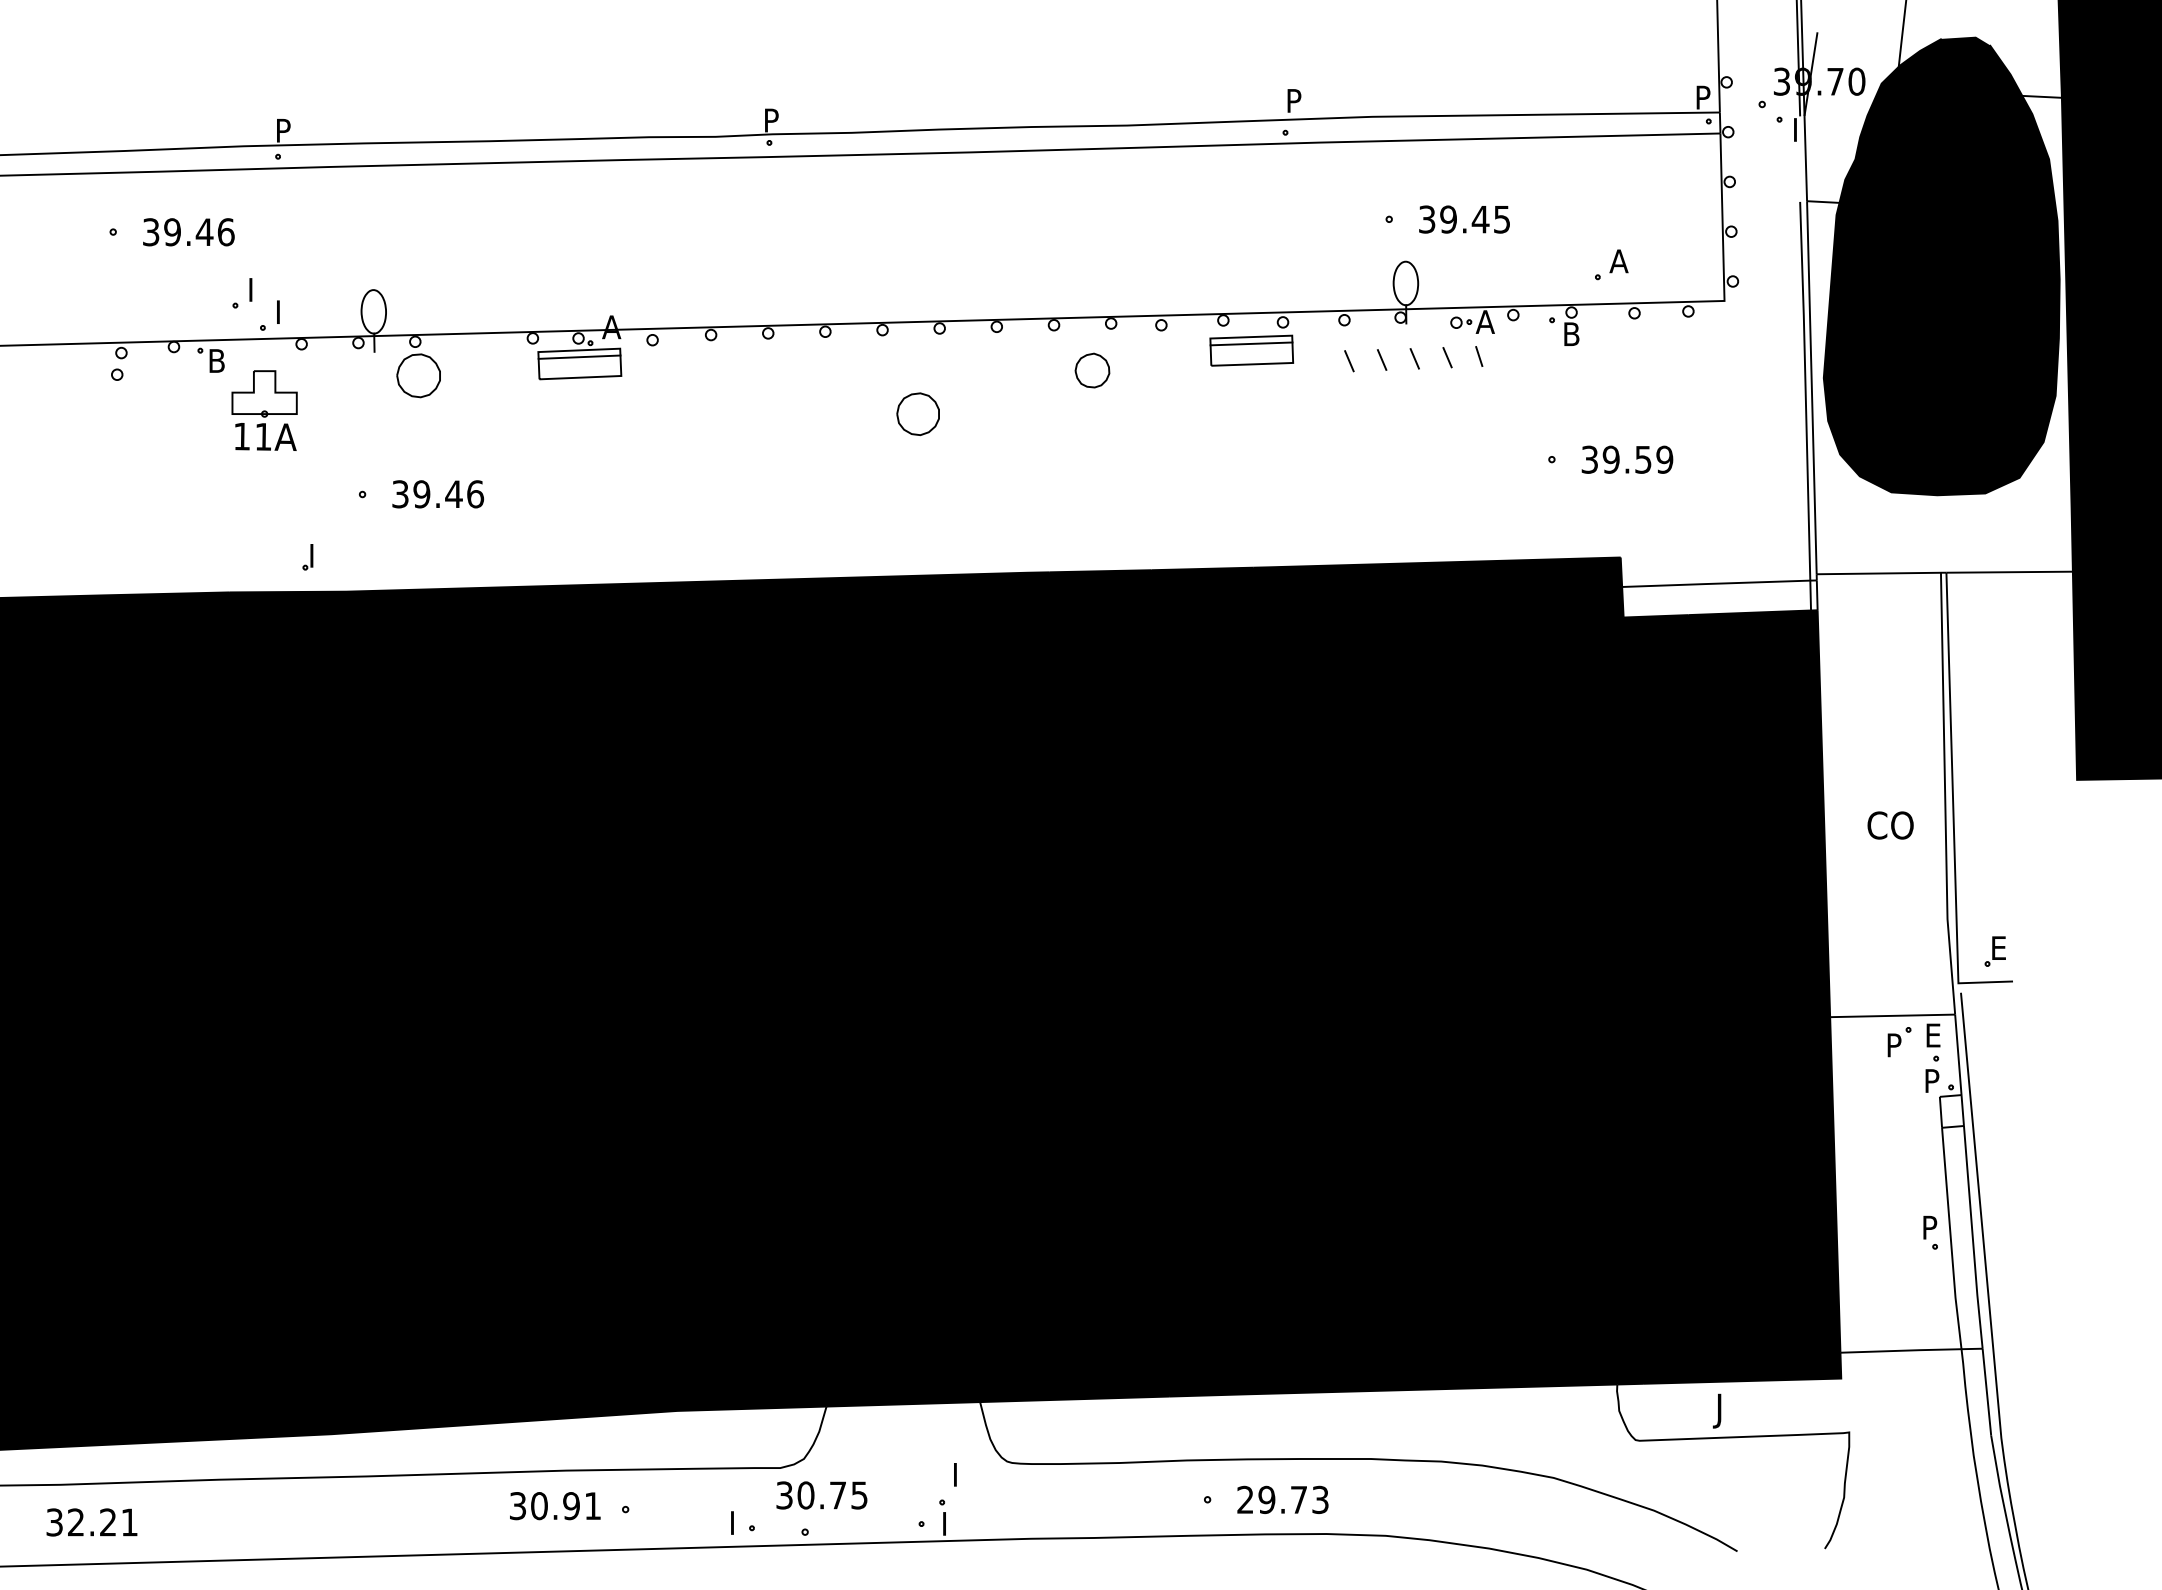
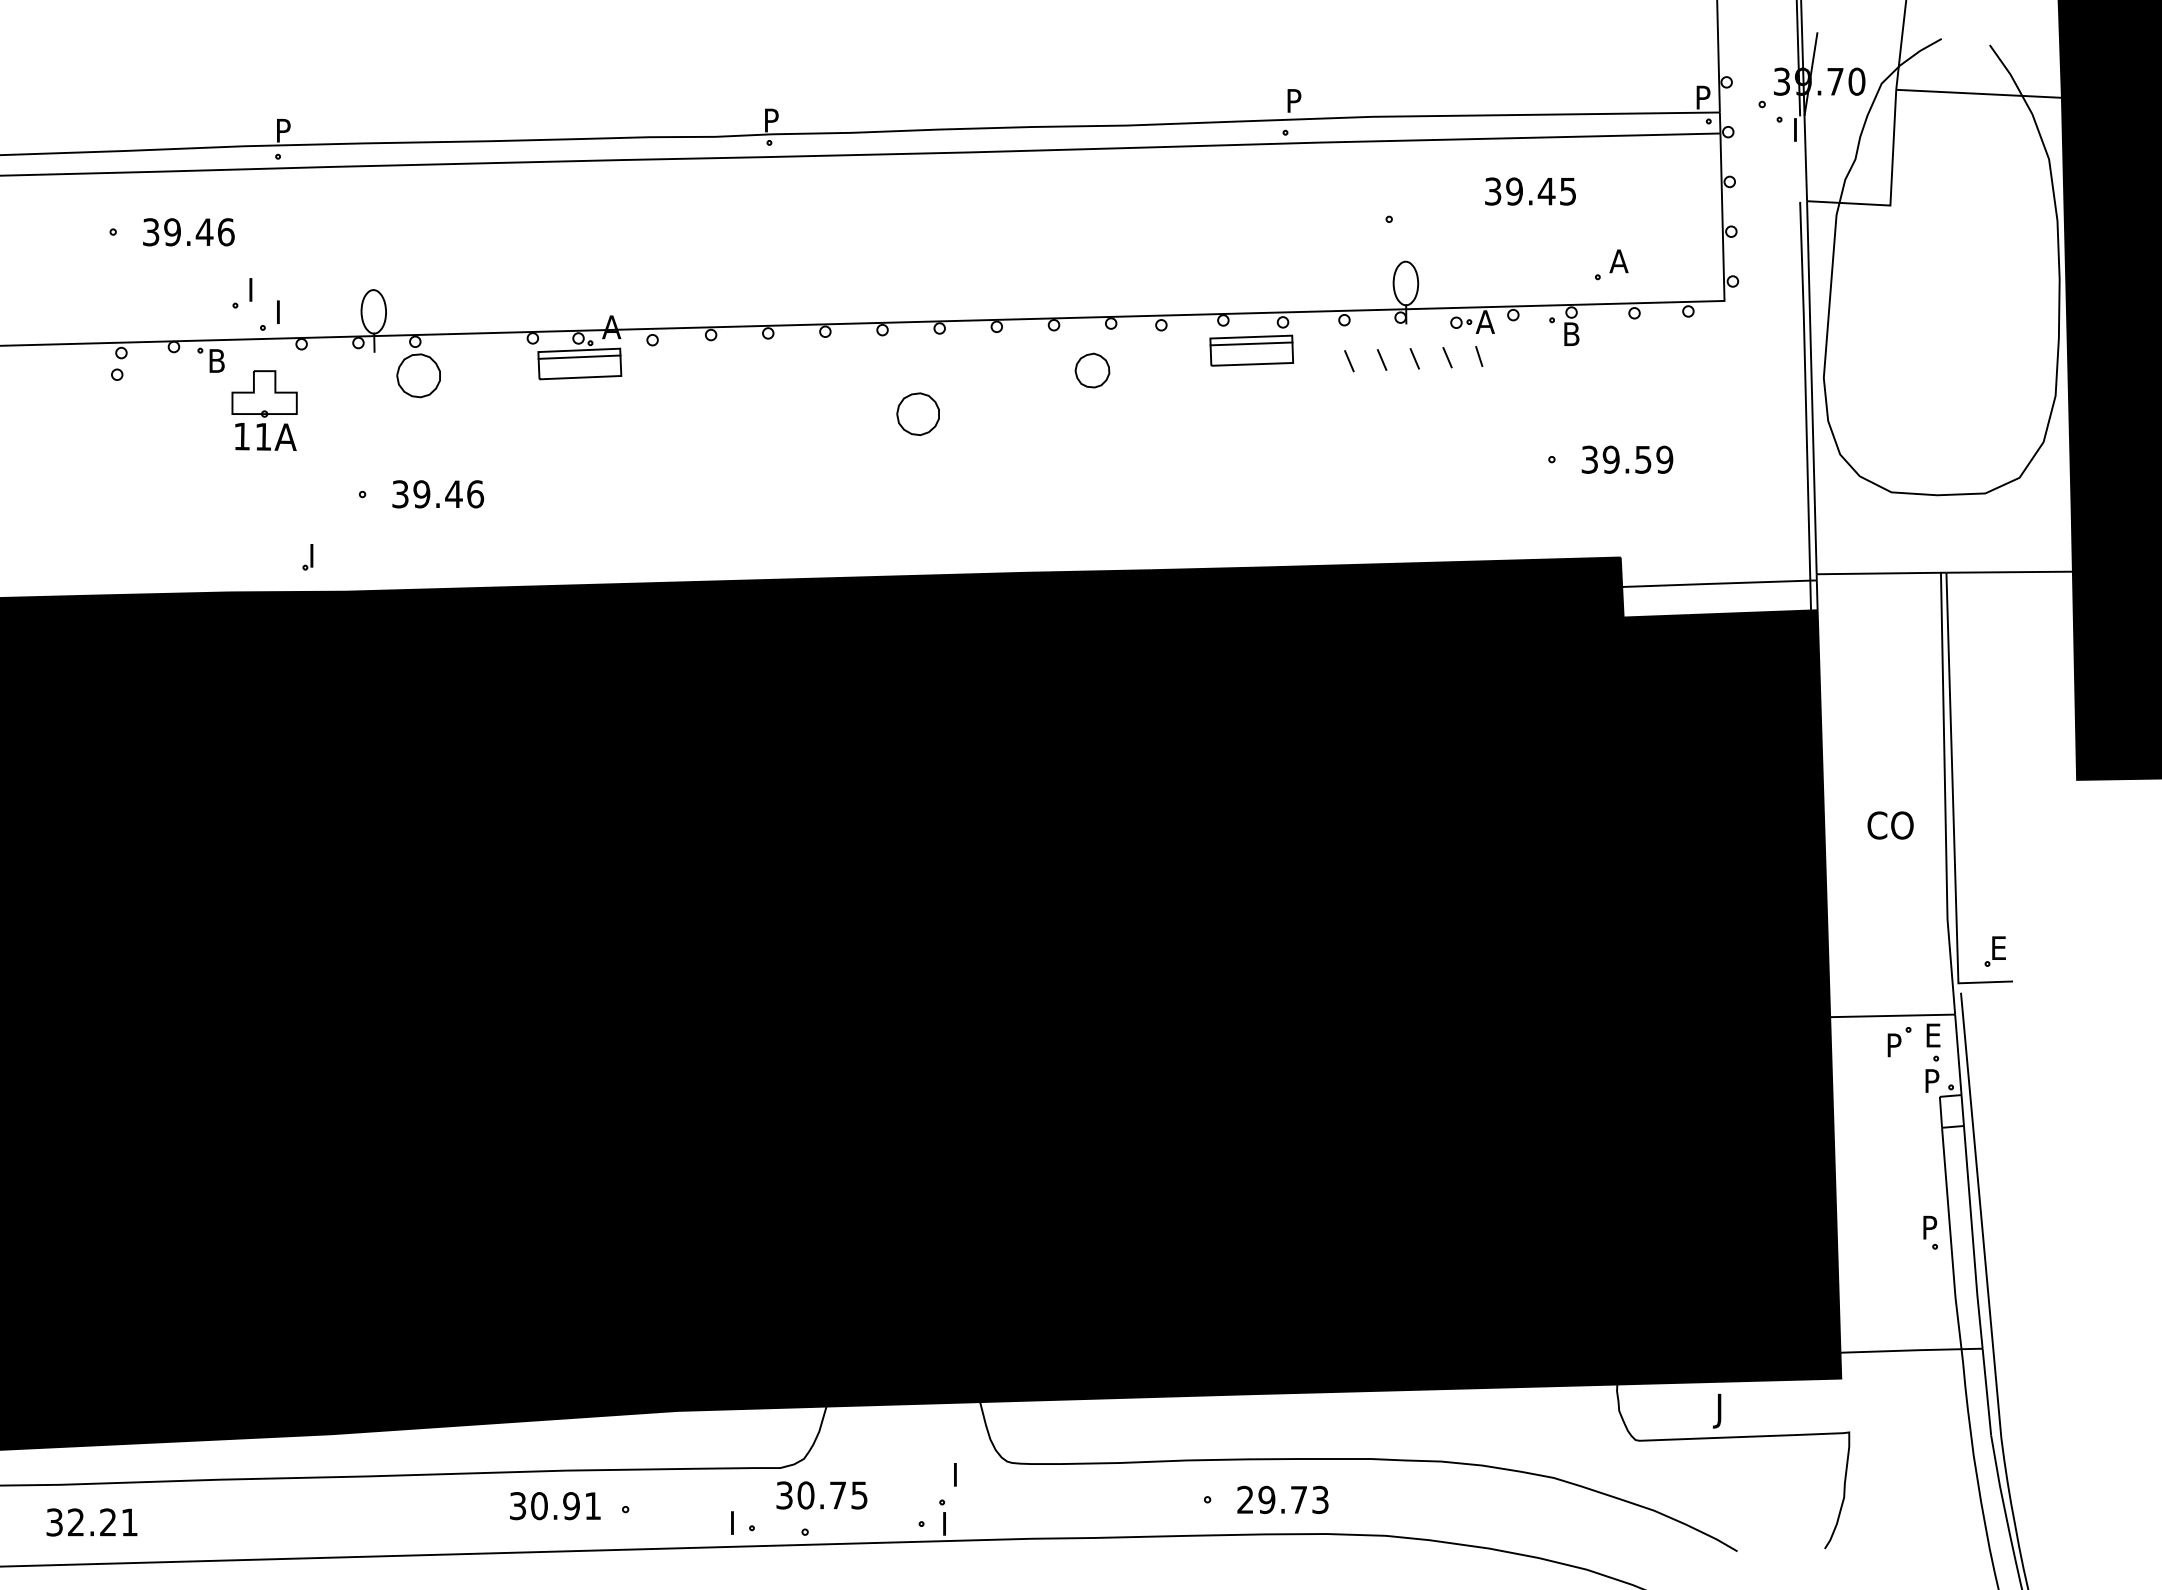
text at (1464, 219) position: (1464, 219) -> (1530, 191)
fill at (1941, 265): present -> none
